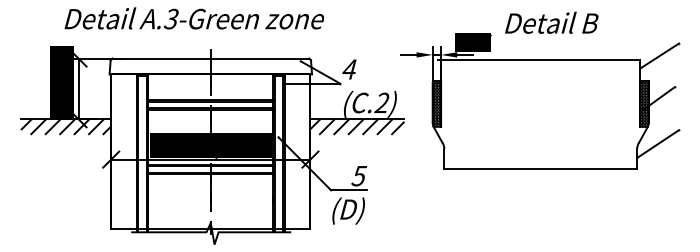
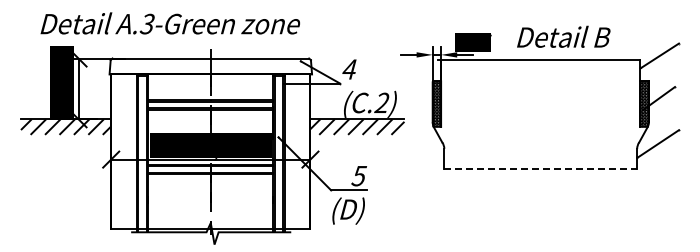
text at (193, 18) position: (193, 18) -> (169, 23)
text at (551, 22) position: (551, 22) -> (563, 36)
line at (541, 168): solid -> dashed
